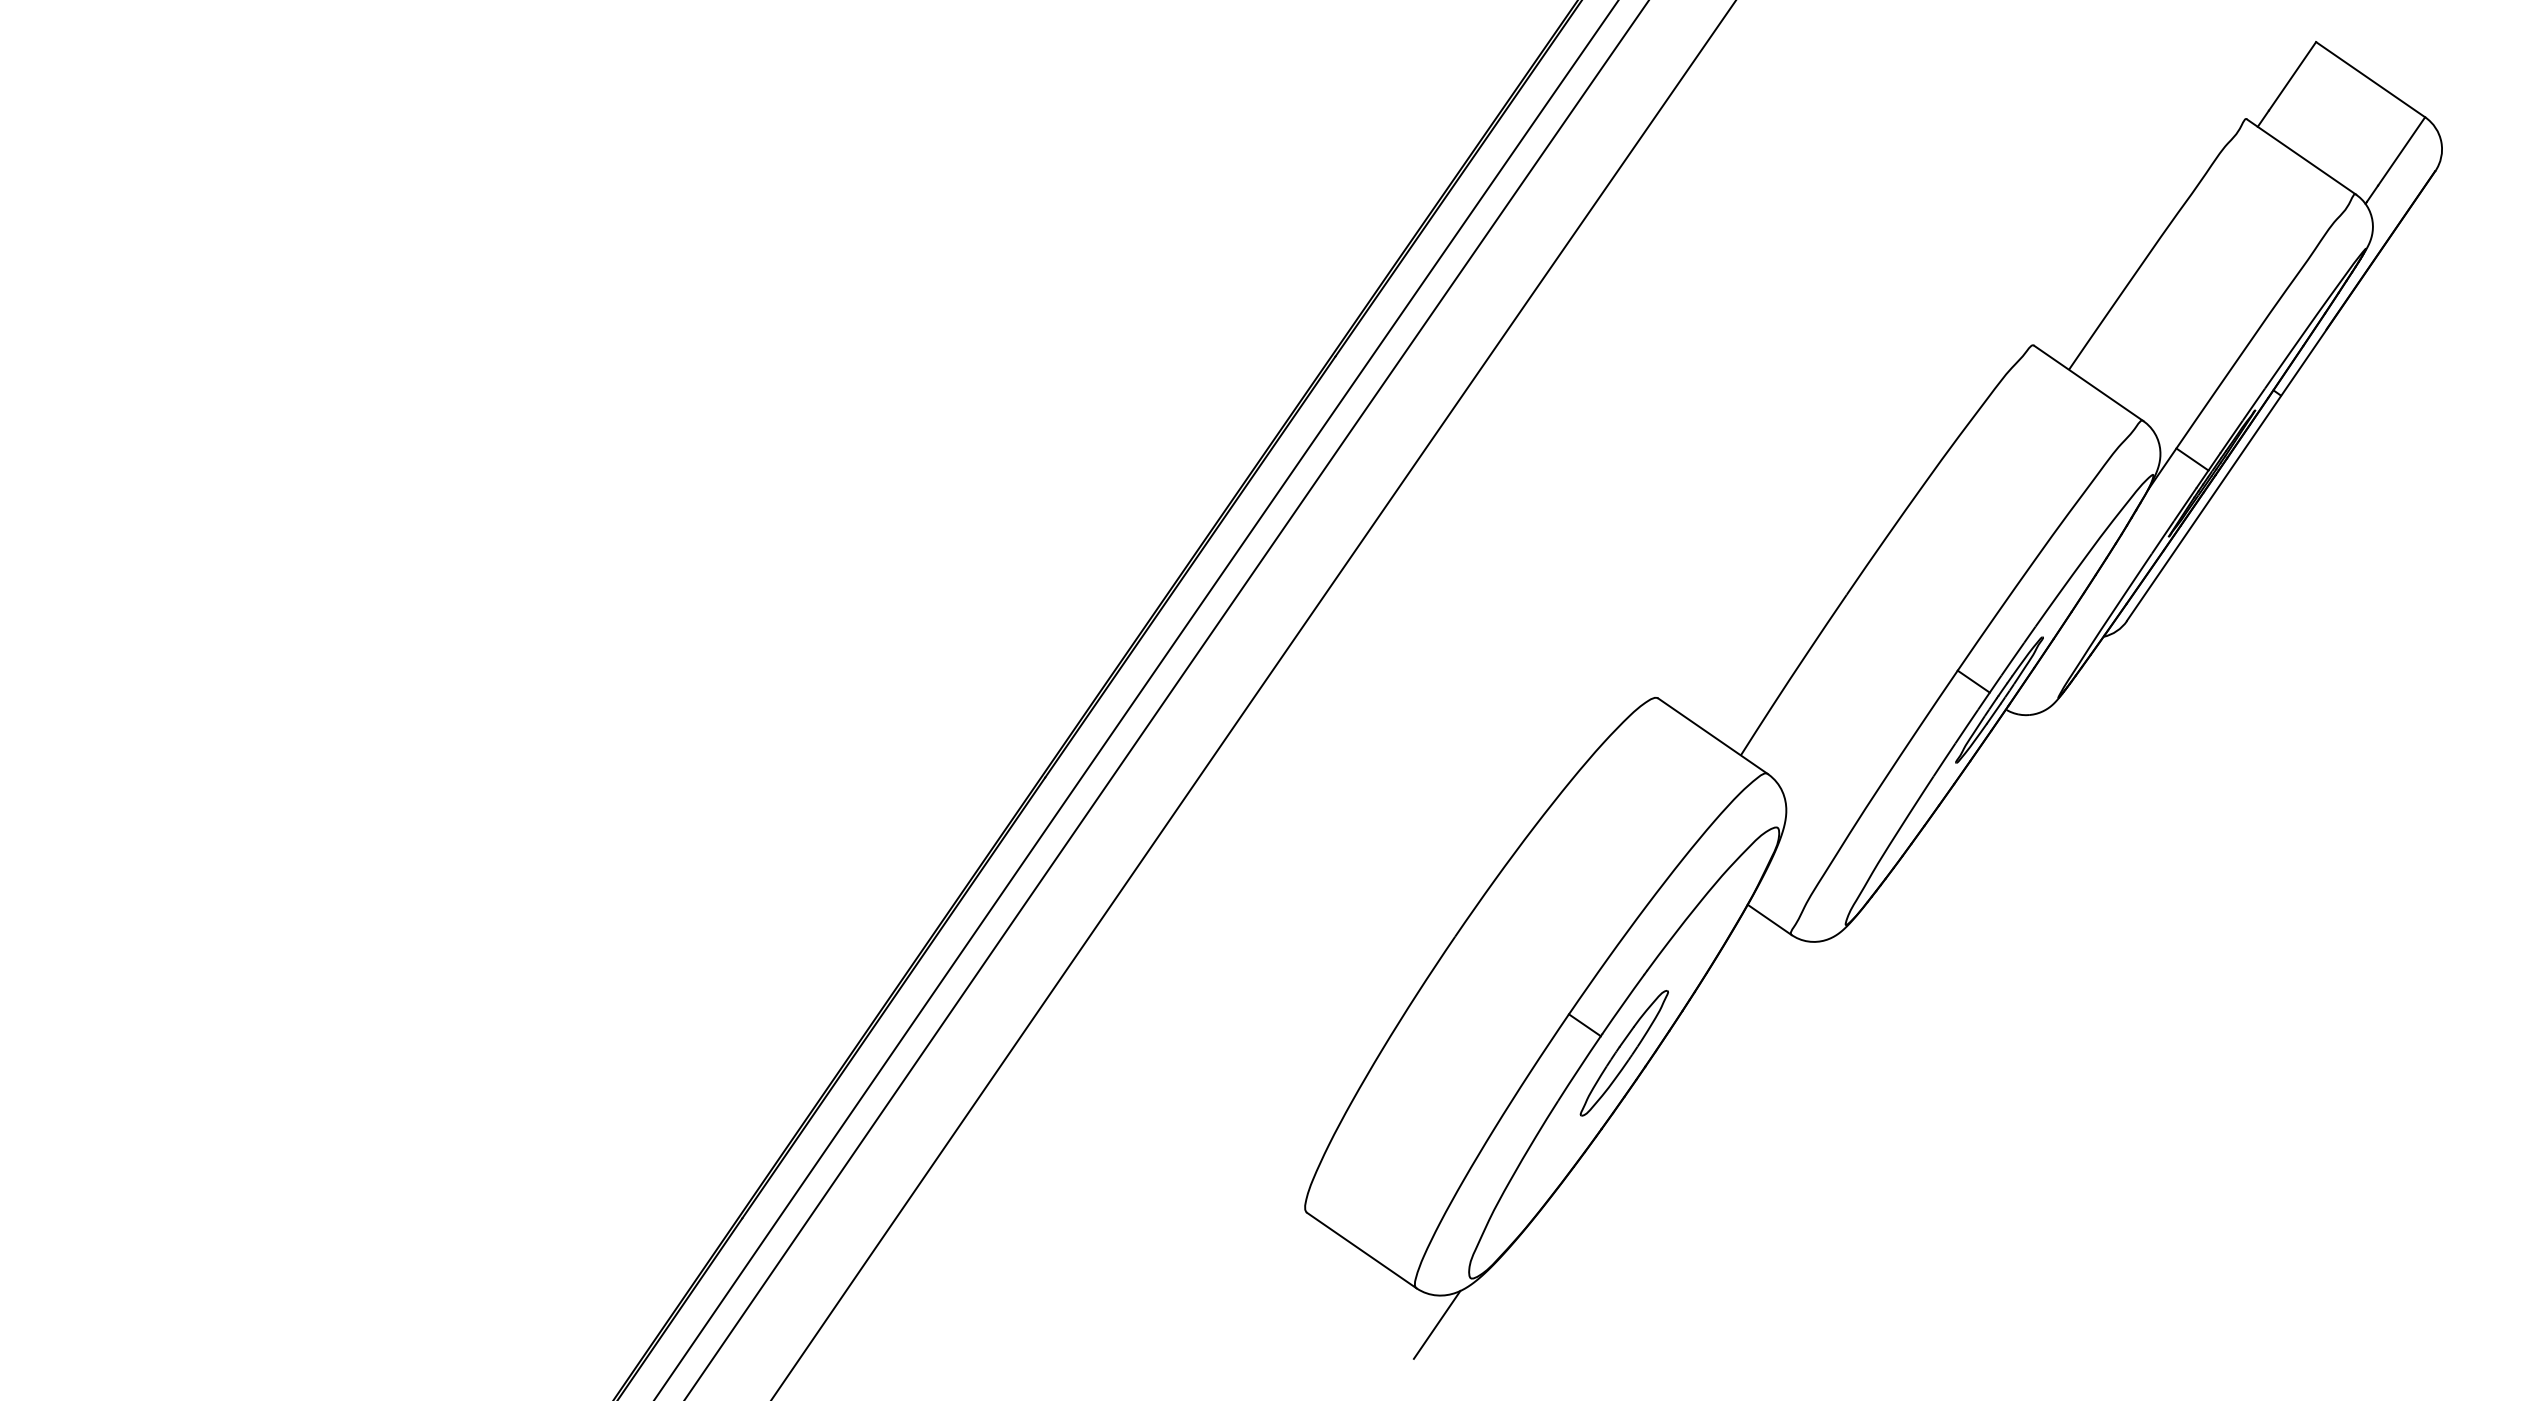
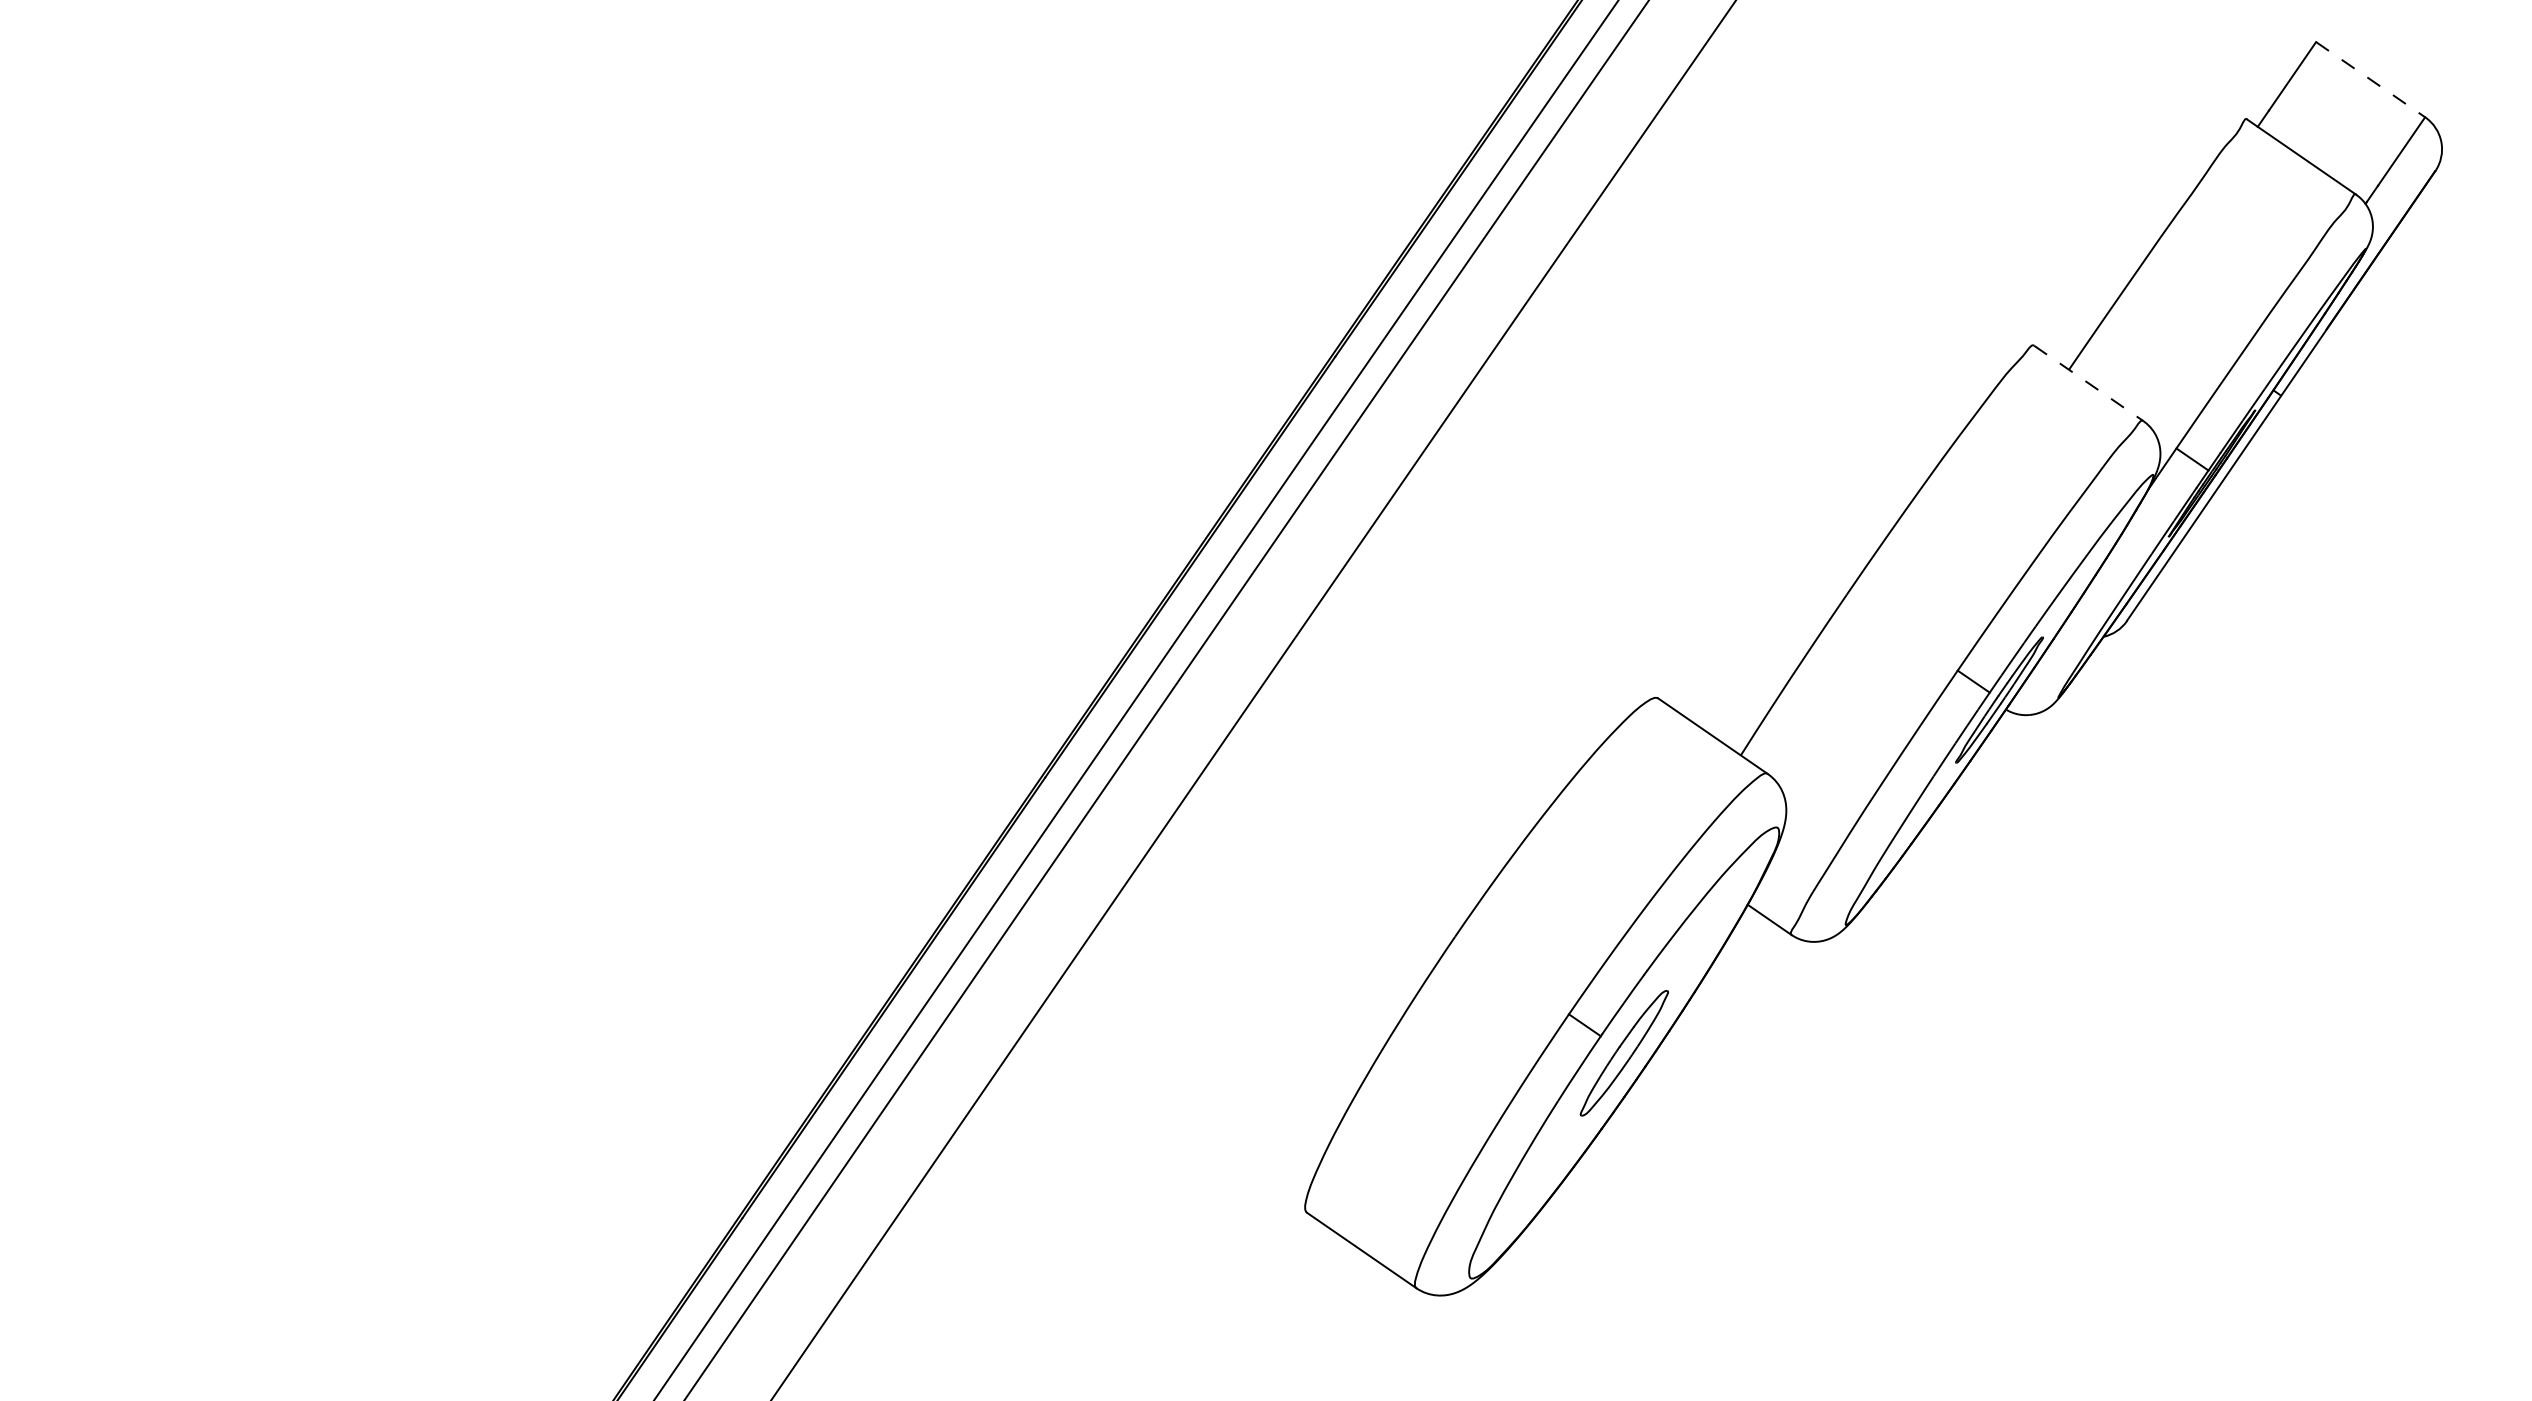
line at (2371, 79): solid -> dashed
line at (2089, 383): solid -> dashed
line at (1436, 1324): present -> none
